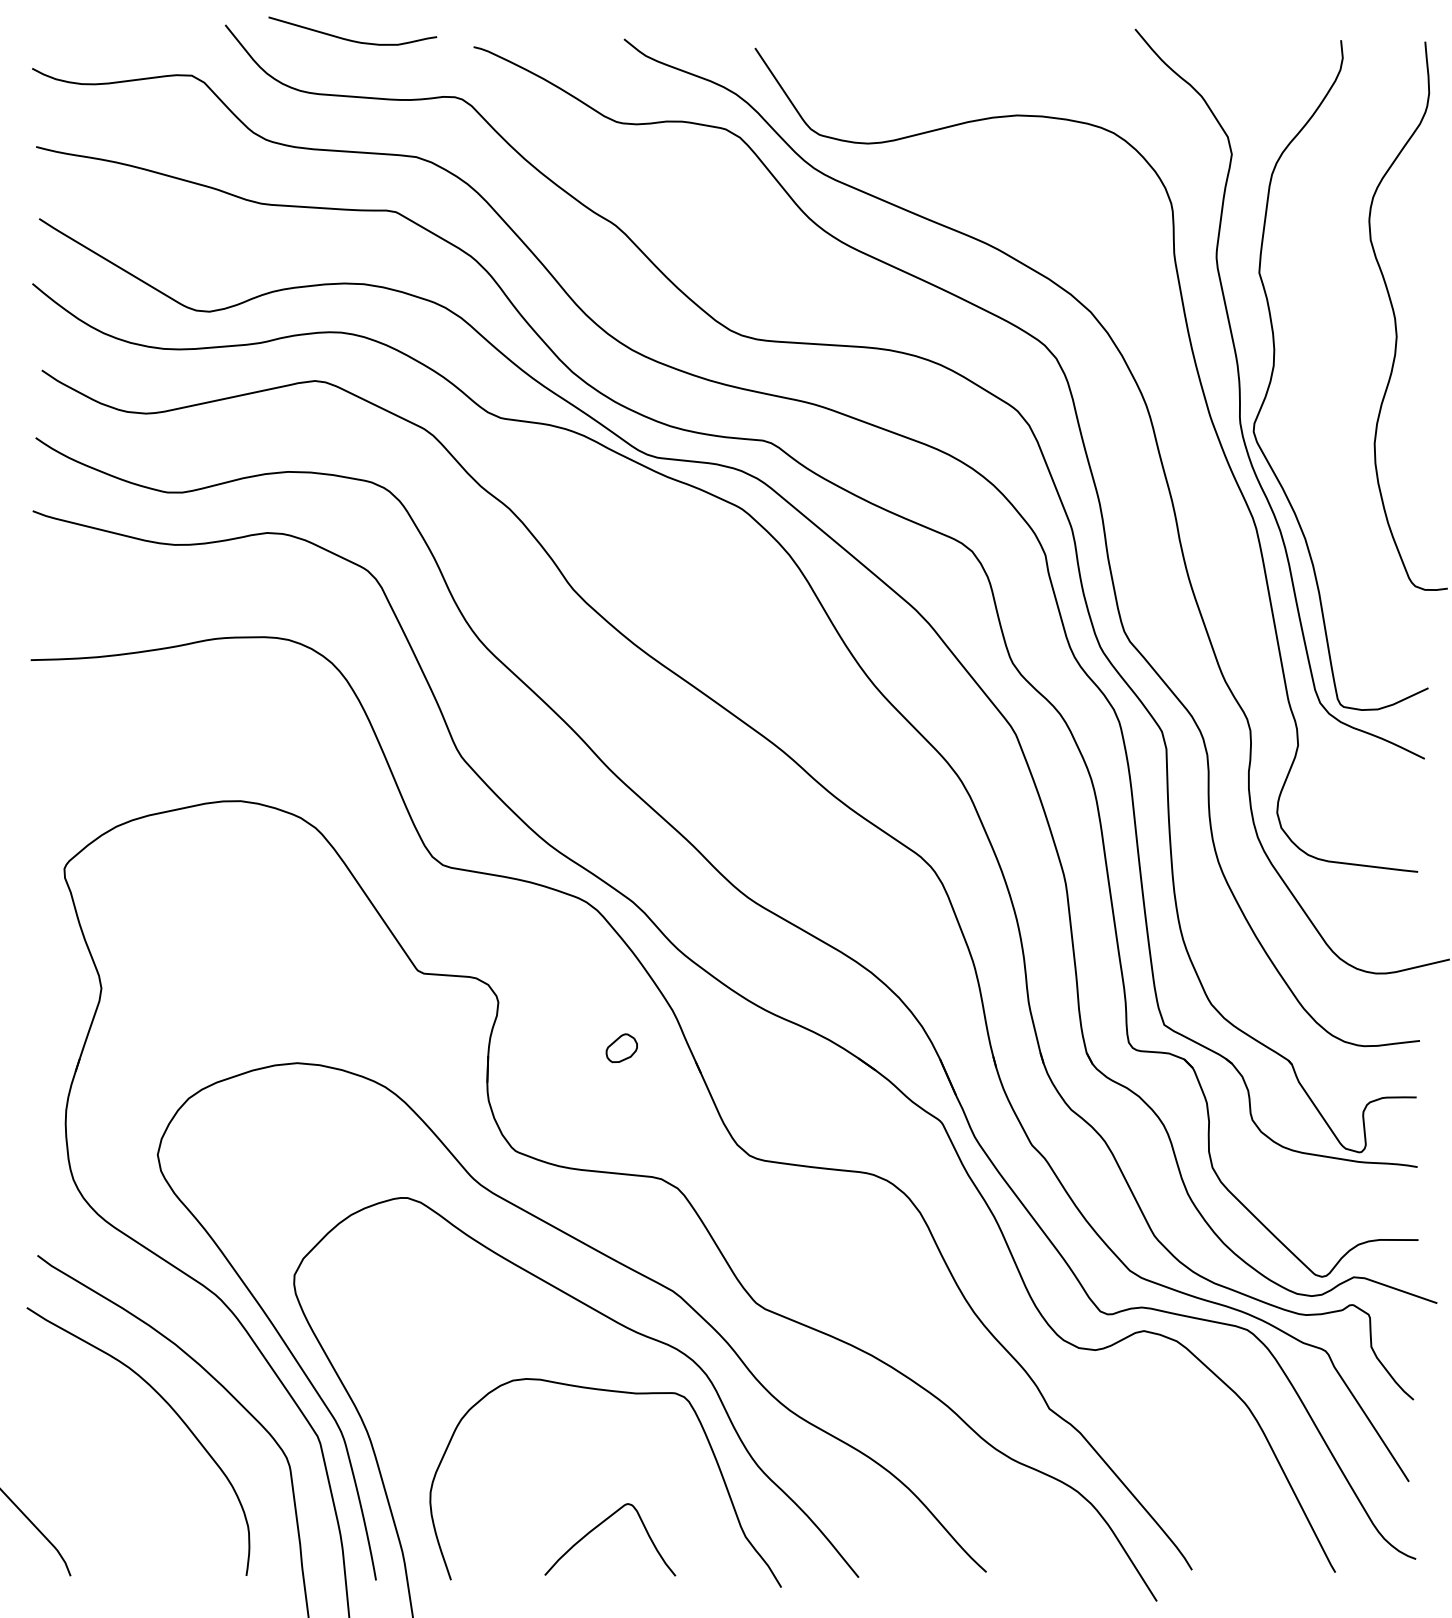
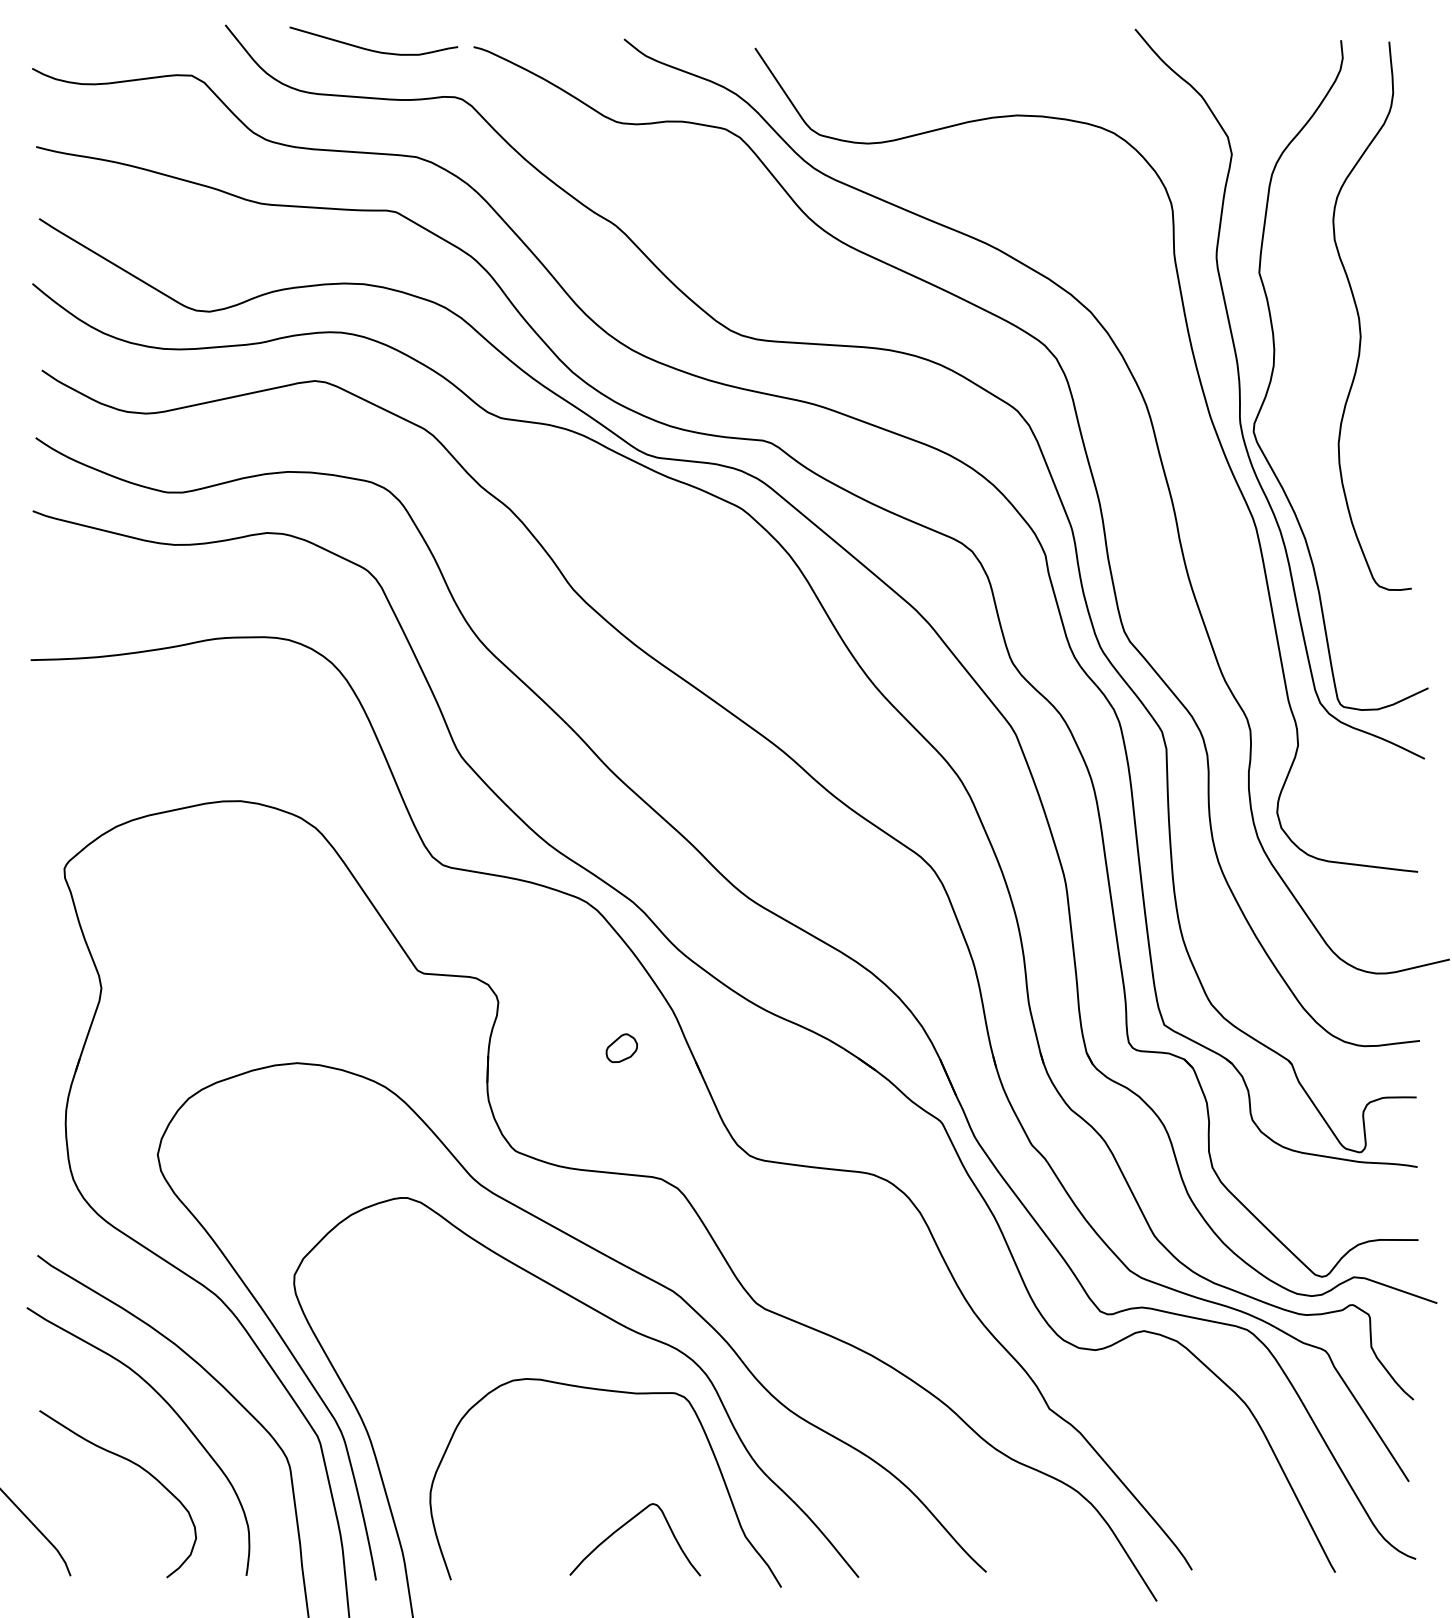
curve at (350, 39) position: (350, 39) -> (371, 49)
curve at (1396, 319) position: (1396, 319) -> (1360, 319)
curve at (137, 1466): none -> present
curve at (600, 1525) position: (600, 1525) -> (625, 1525)
